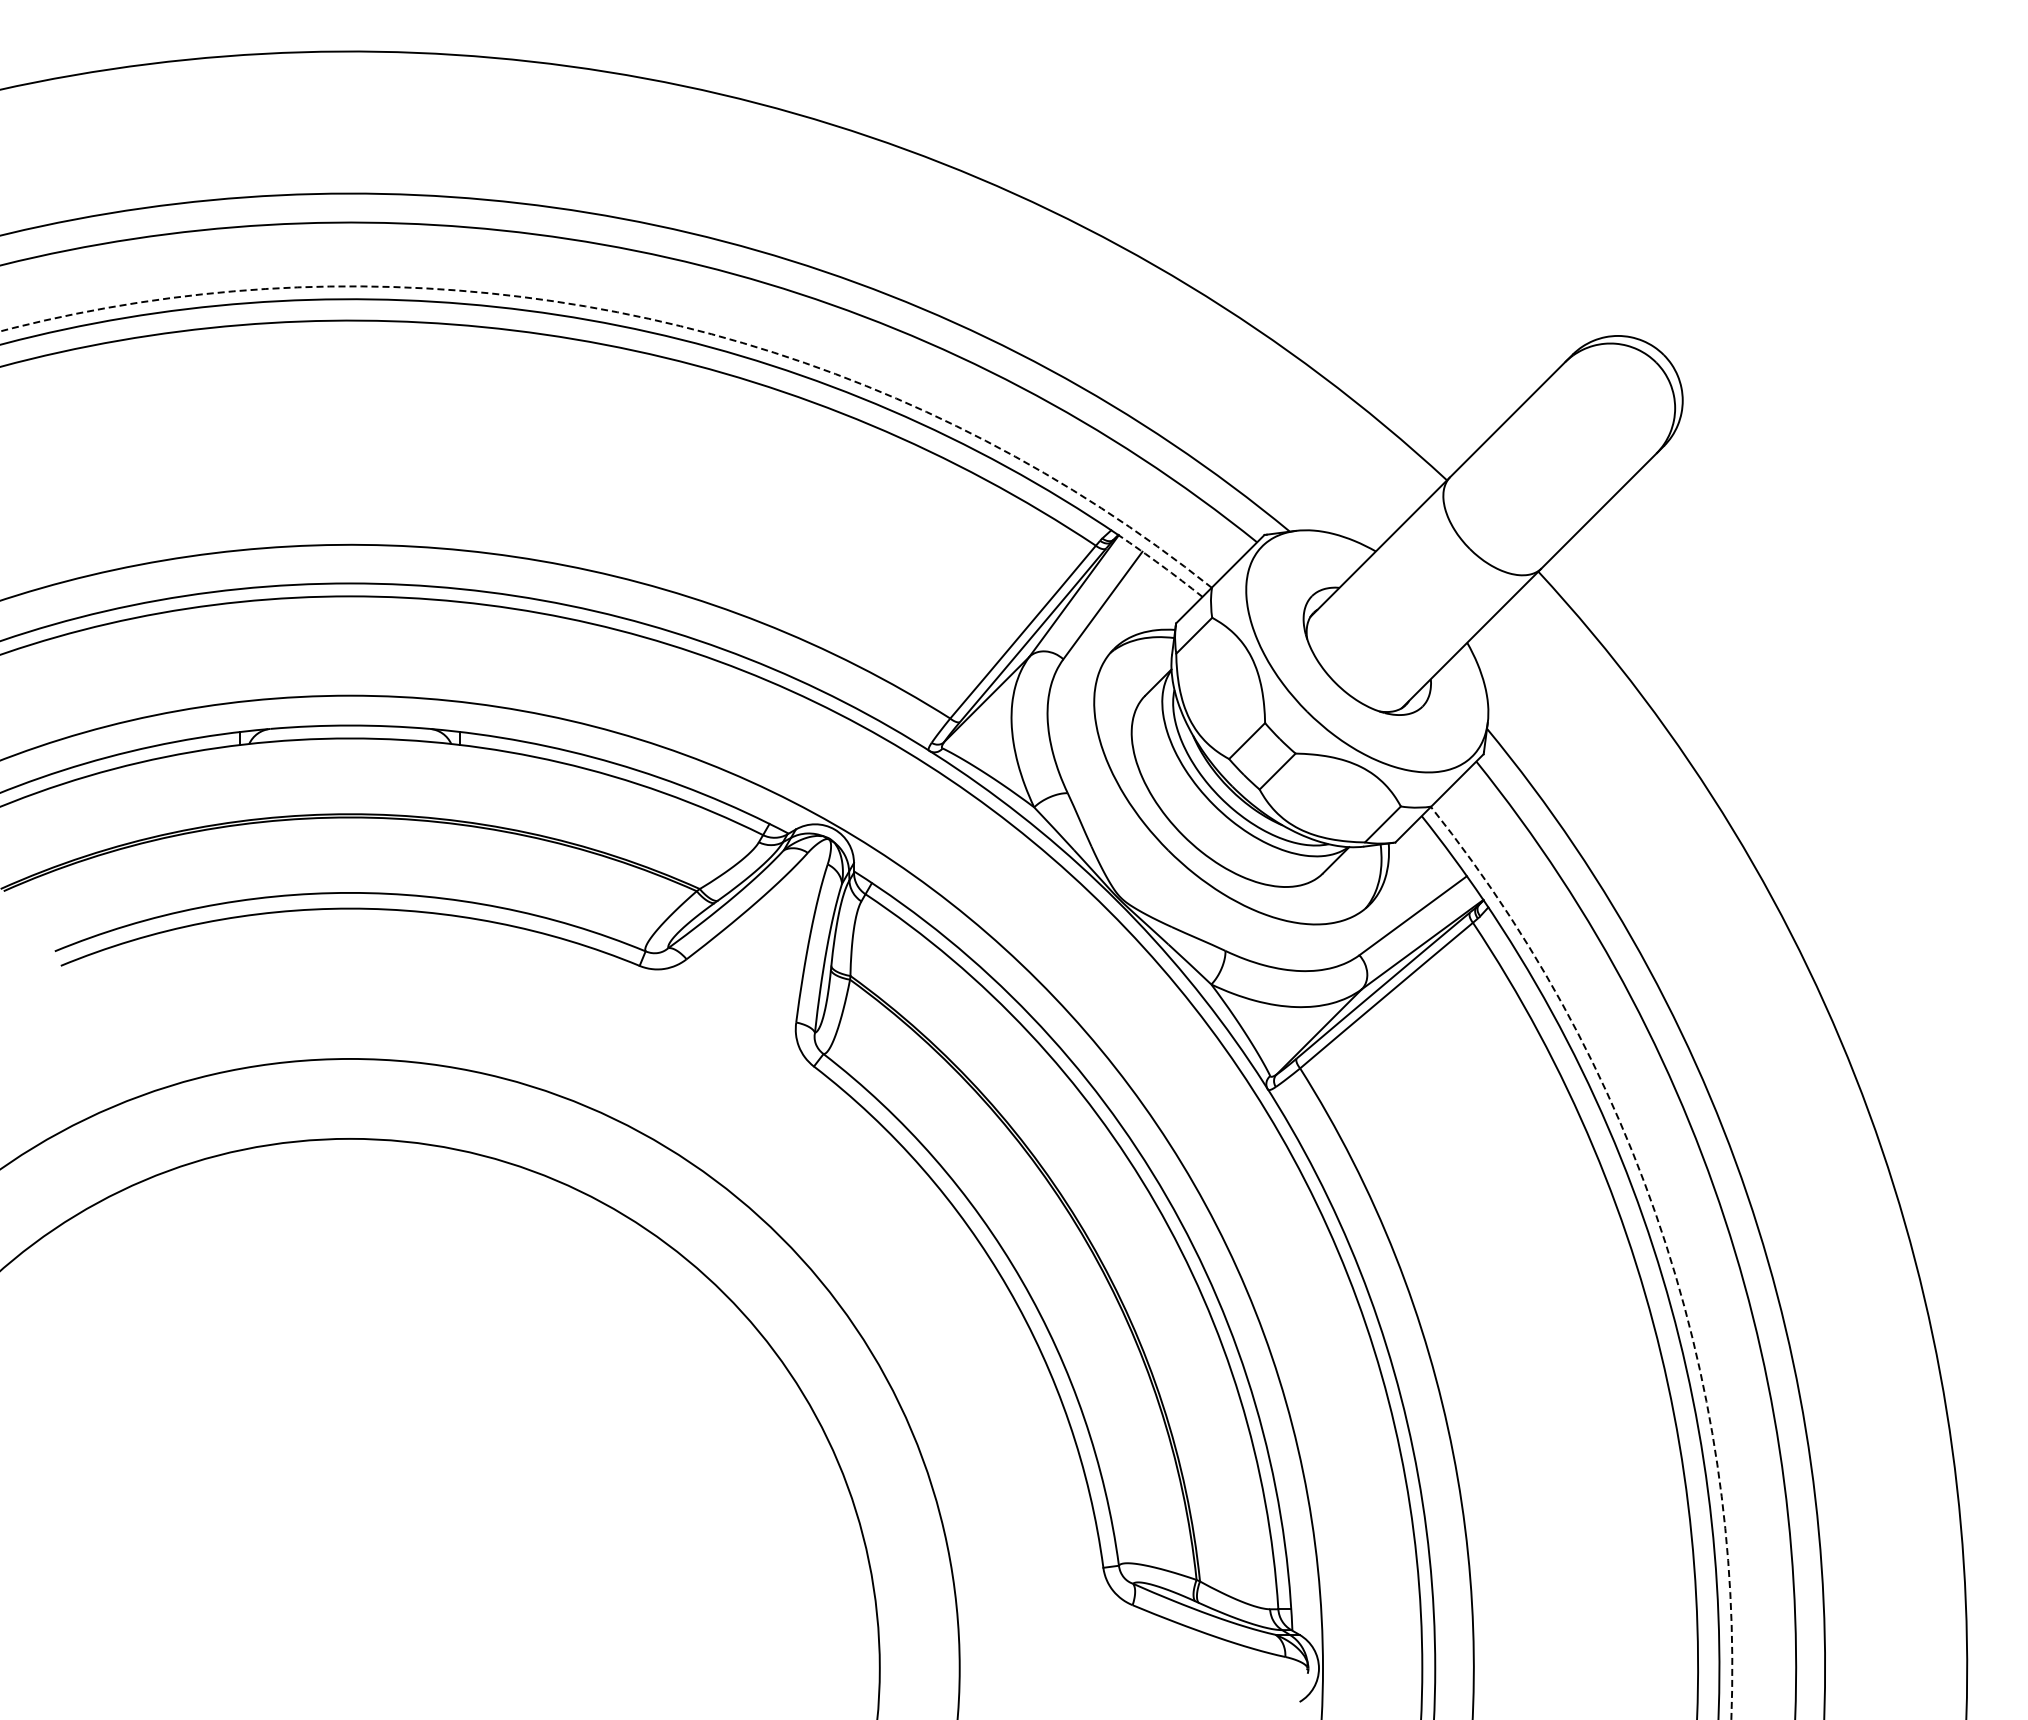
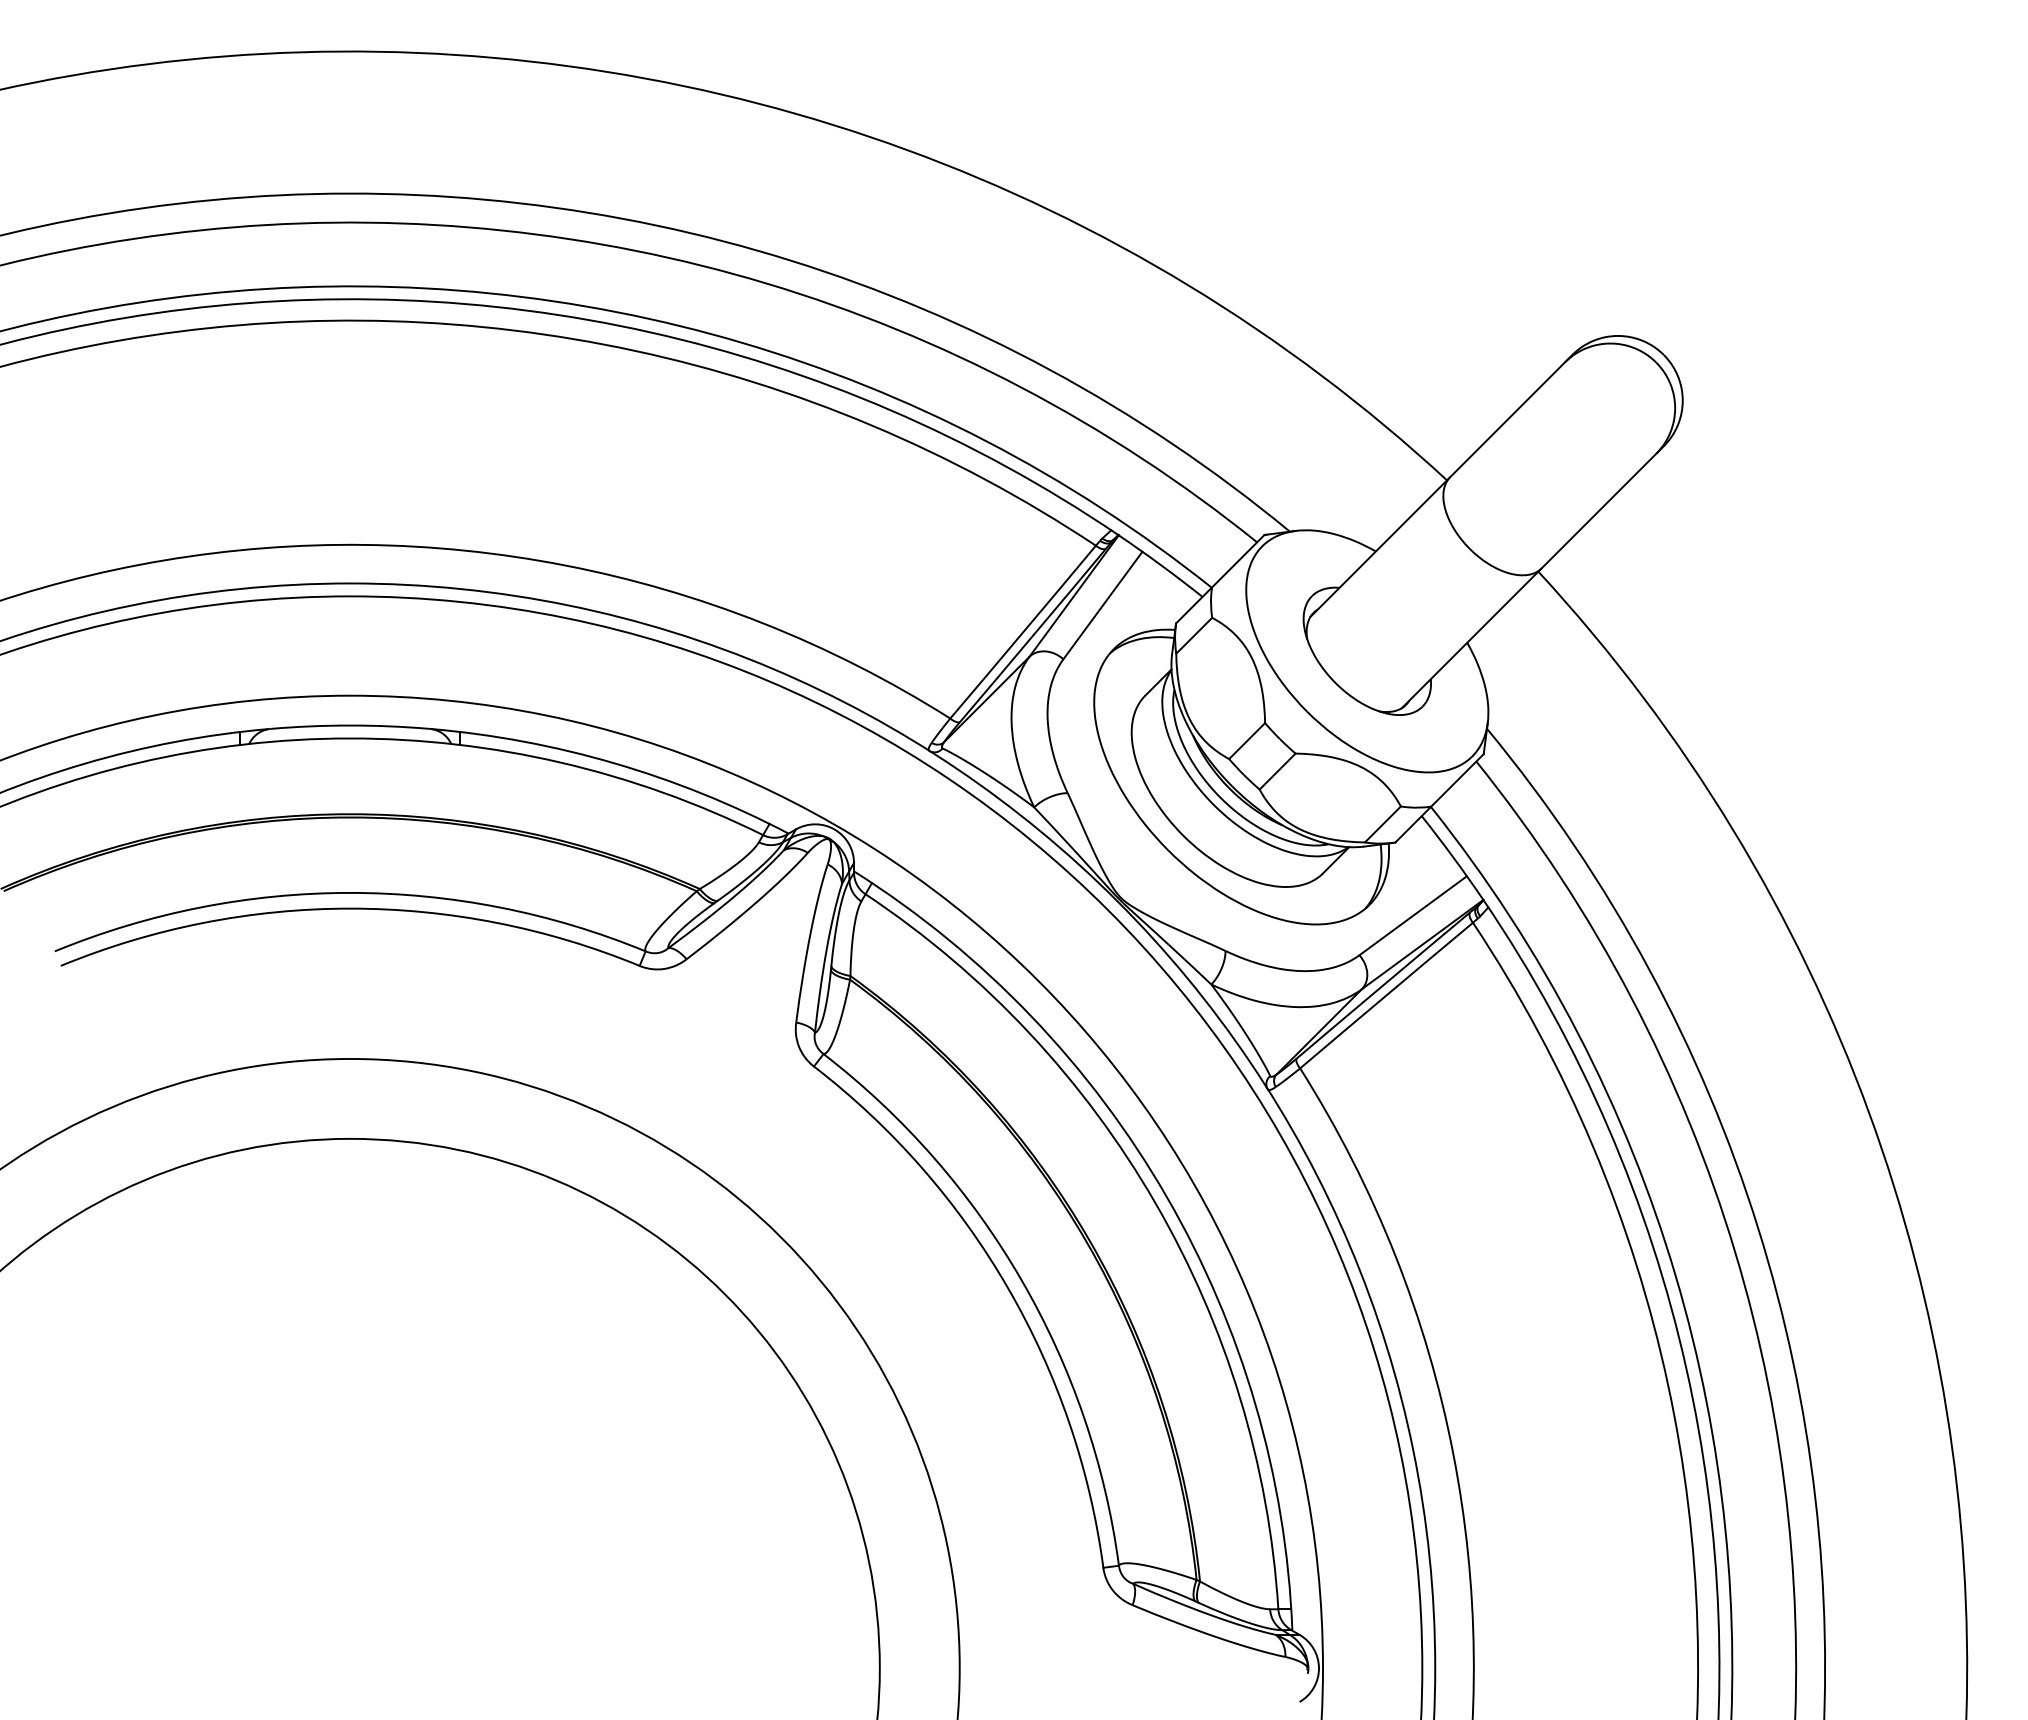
arc at (148, 301): dashed -> solid
arc at (1161, 565): dashed -> solid
